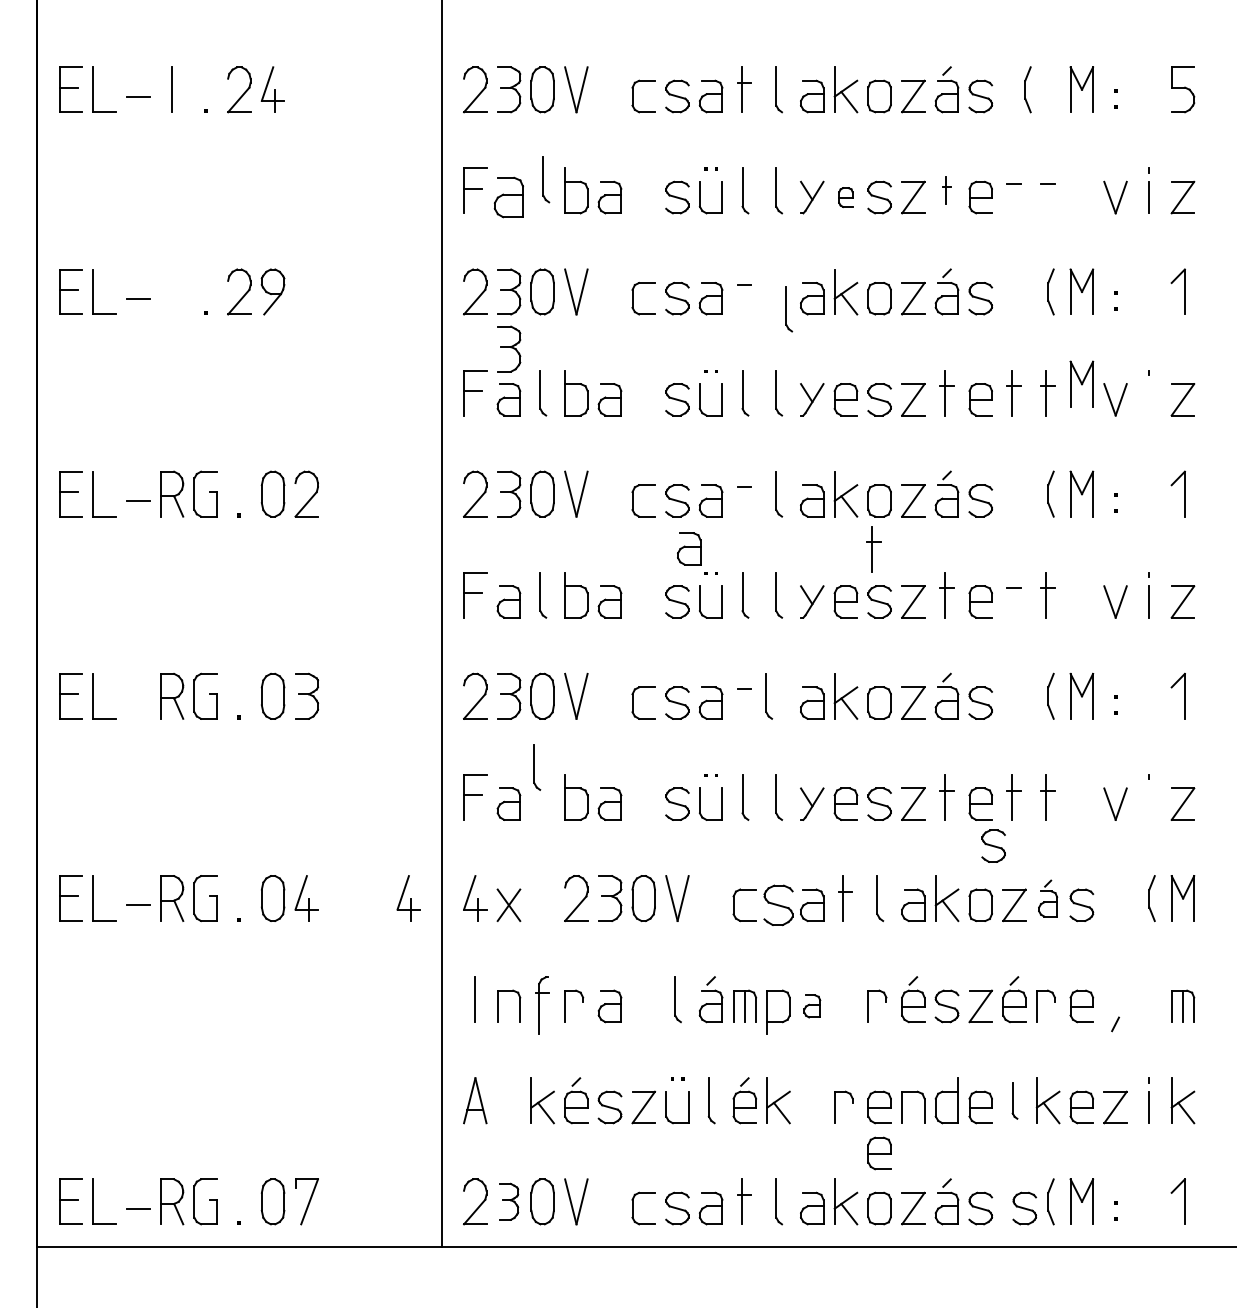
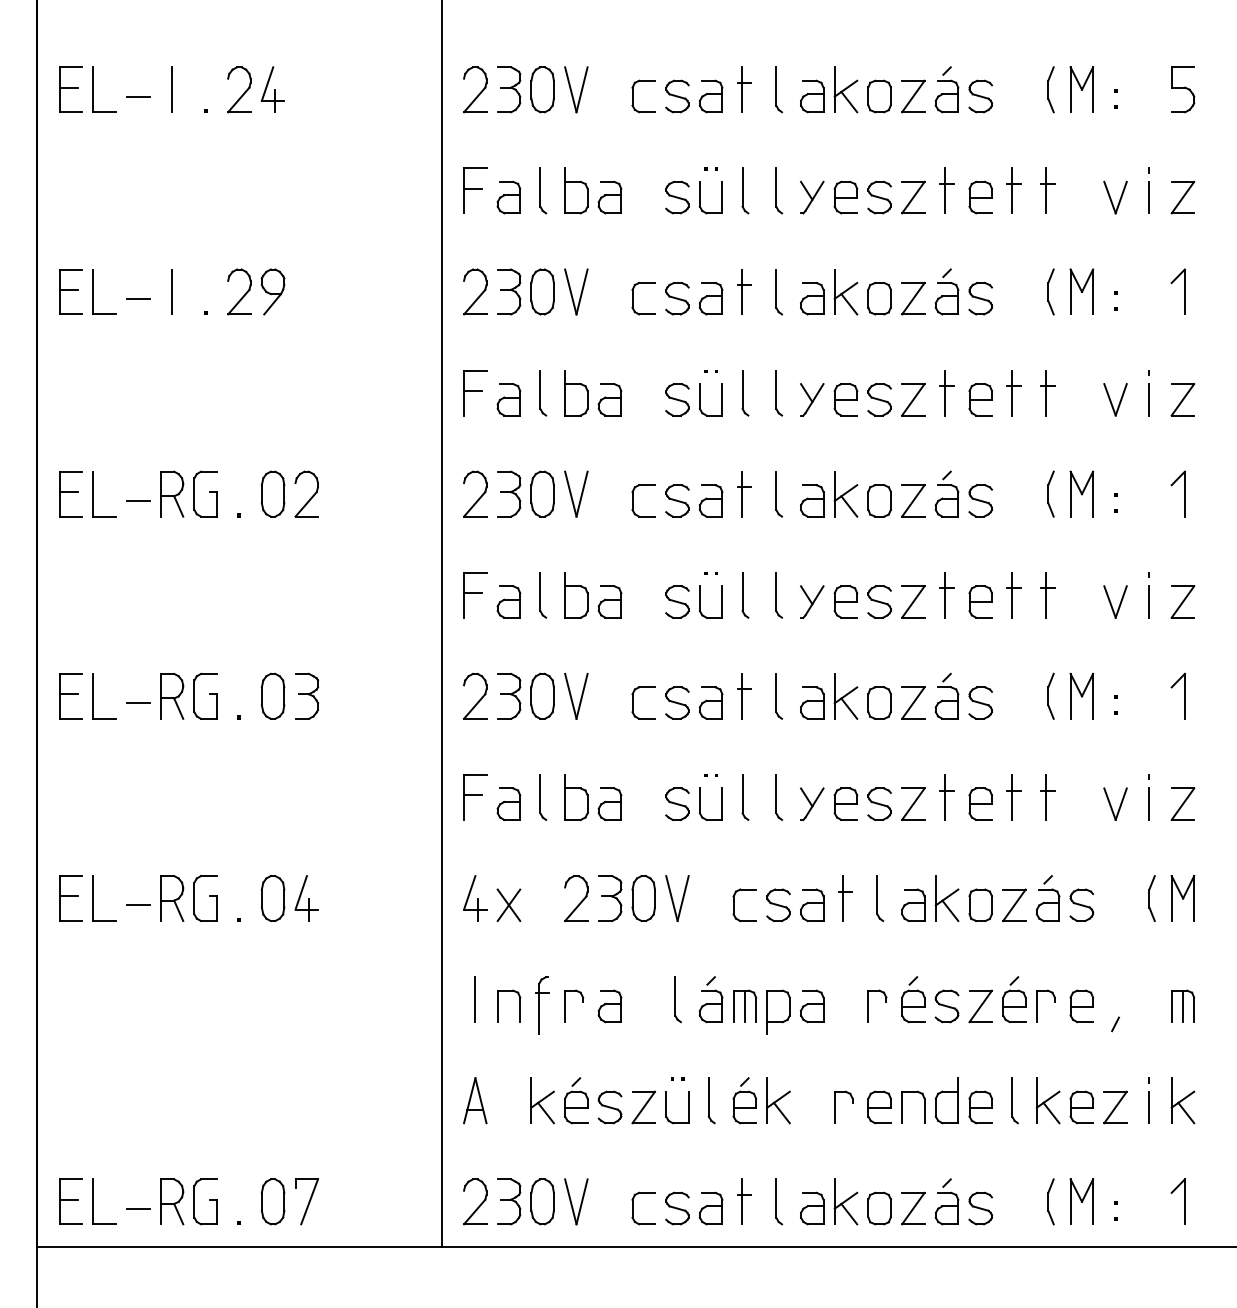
part at (1027, 89) position: (1027, 89) -> (1050, 89)
part at (546, 179) position: (546, 179) -> (543, 190)
part at (946, 190) size: 10x29 px -> 16x47 px
line at (1011, 190): none -> present
line at (1045, 190): none -> present
part at (508, 197) size: 31x43 px -> 26x34 px
part at (845, 197) size: 16x21 px -> 26x35 px
line at (172, 291): none -> present
line at (742, 291): none -> present
part at (789, 309) position: (789, 309) -> (779, 292)
part at (509, 348): present -> none
part at (1081, 383): present -> none
line at (1149, 399): none -> present
line at (742, 493): none -> present
part at (689, 548): present -> none
part at (873, 549): present -> none
line at (1011, 594): none -> present
line at (742, 695): none -> present
part at (769, 696) position: (769, 696) -> (779, 696)
line at (138, 702): none -> present
part at (537, 767) position: (537, 767) -> (543, 797)
line at (1148, 803): none -> present
part at (993, 845): present -> none
part at (408, 898): present -> none
part at (1048, 898) size: 21x39 px -> 26x48 px
part at (778, 905) size: 31x43 px -> 25x34 px
part at (812, 1006) size: 19x25 px -> 25x35 px
part at (1014, 1100) size: 8x38 px -> 8x48 px
part at (879, 1153): present -> none
part at (509, 1201) size: 21x39 px -> 25x48 px
part at (1024, 1208): present -> none
